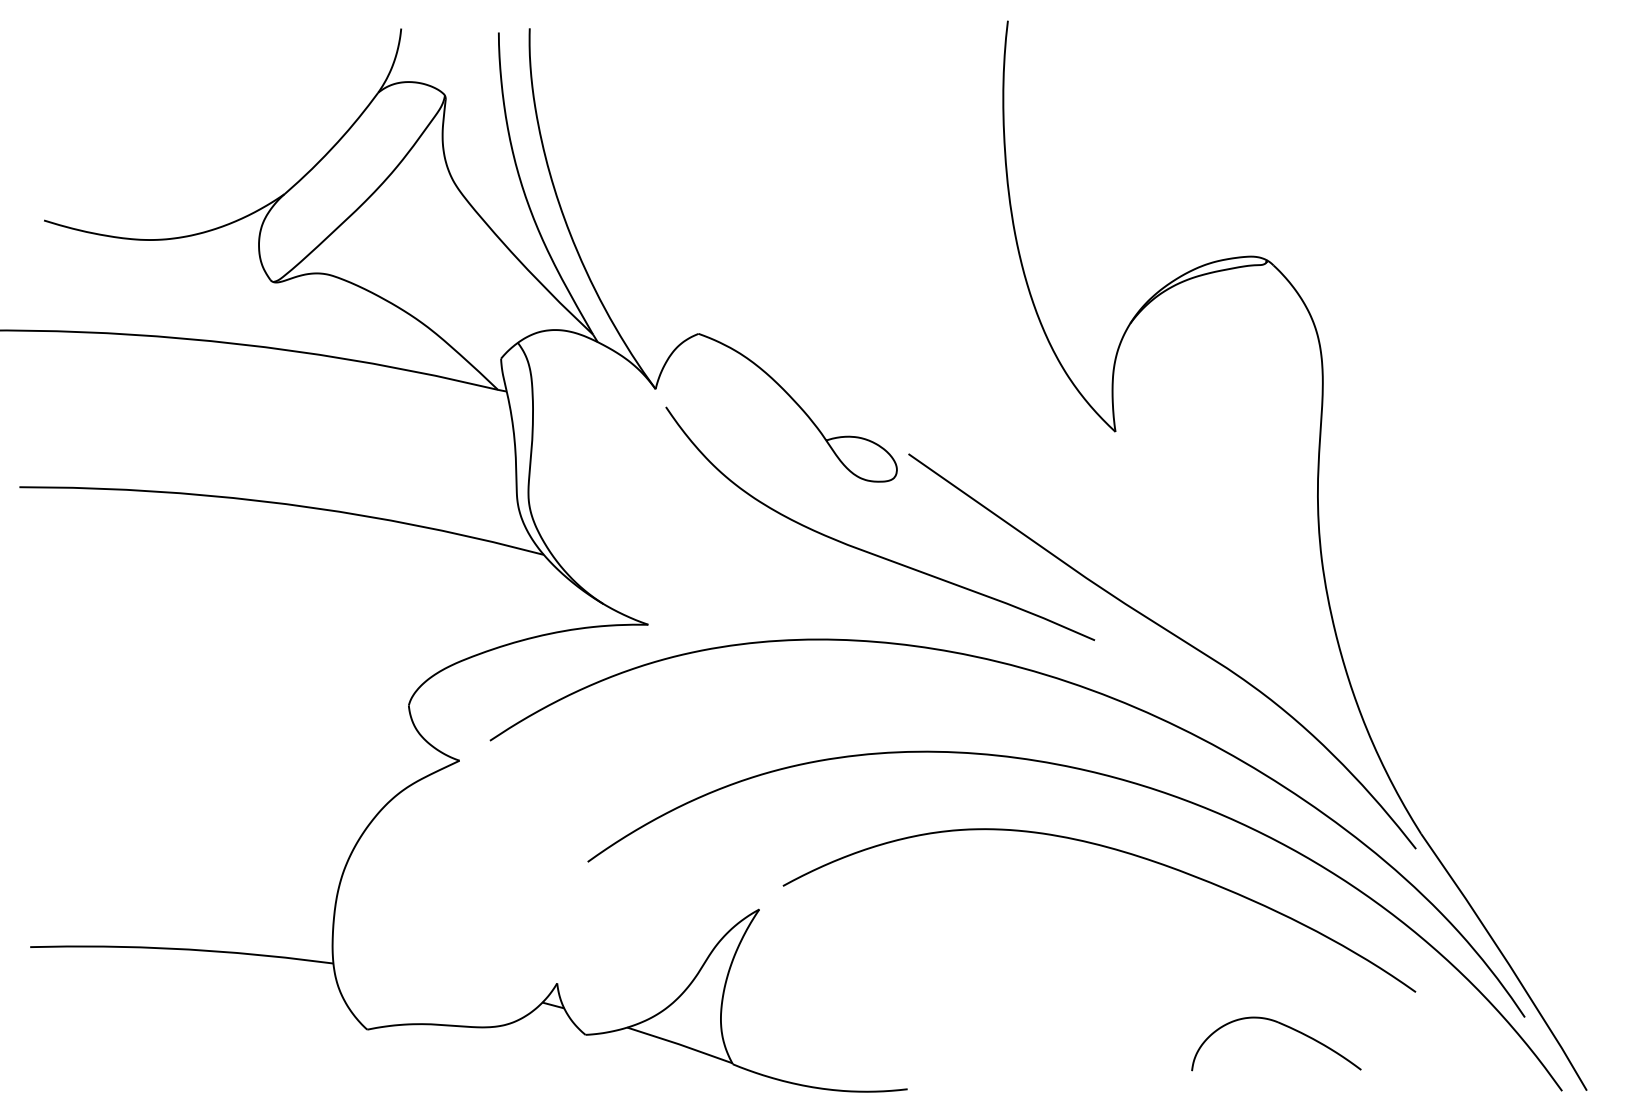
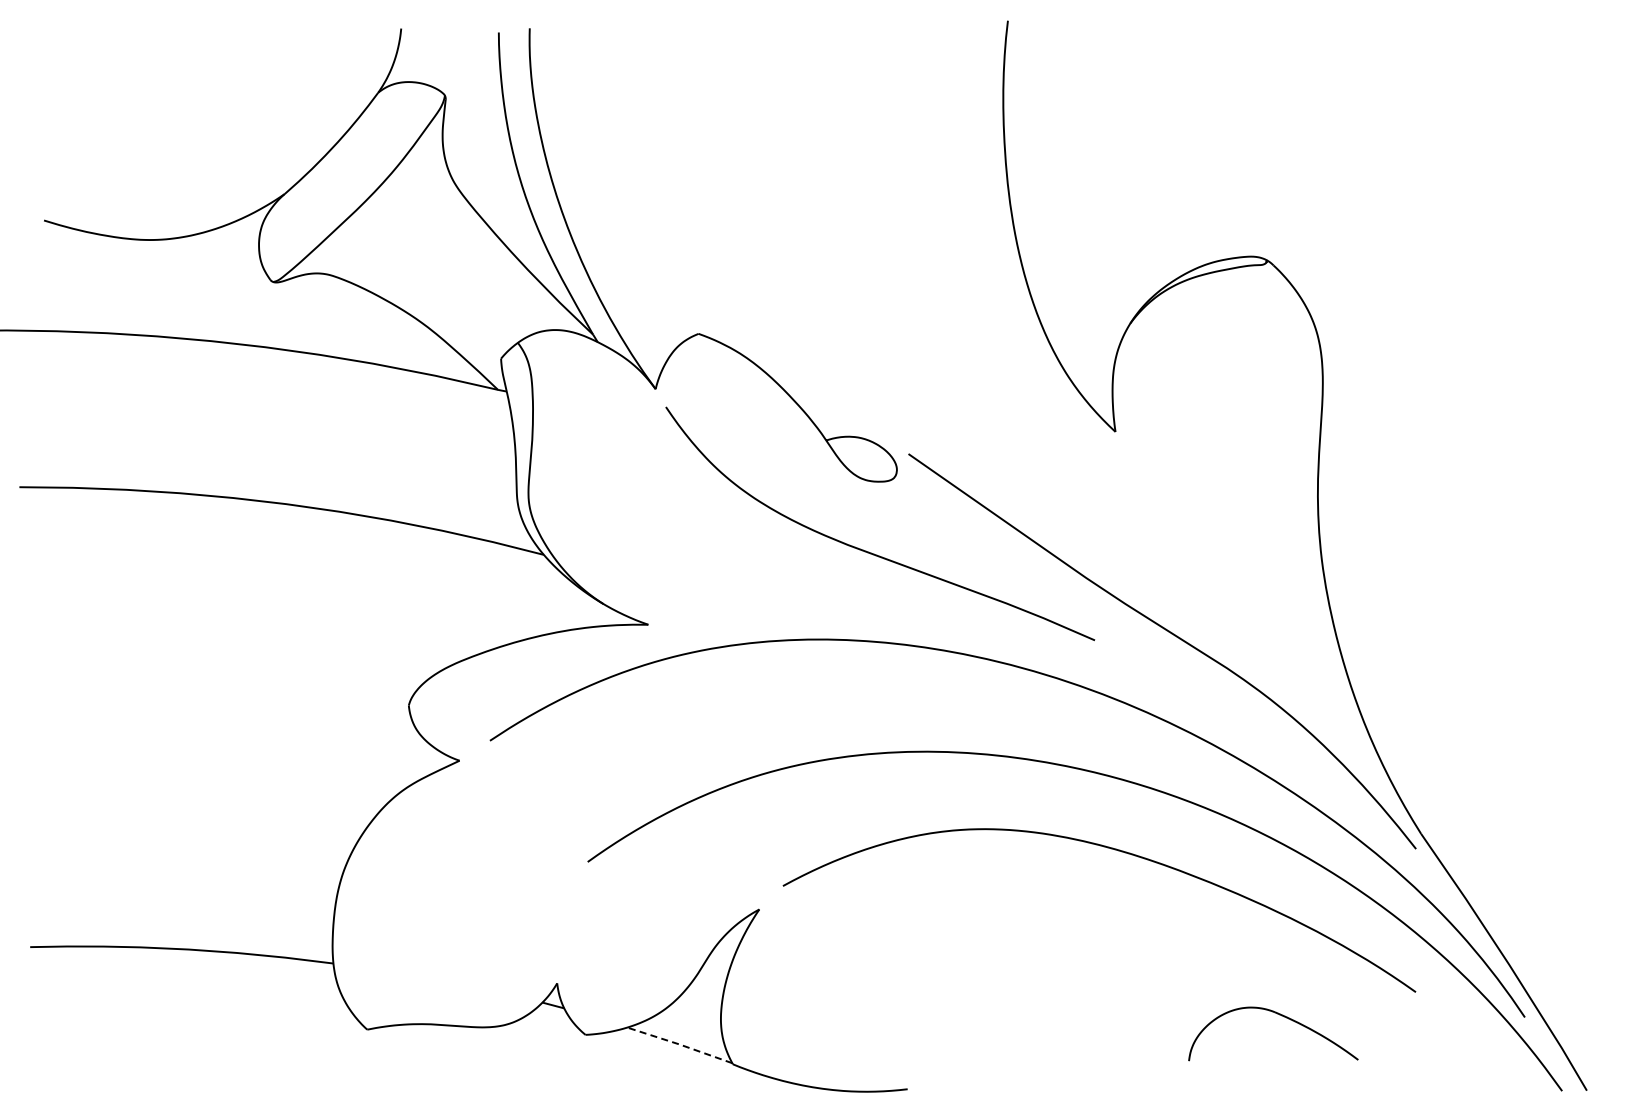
part at (1284, 1026) position: (1284, 1026) -> (1281, 1016)
line at (679, 1044): solid -> dashed
